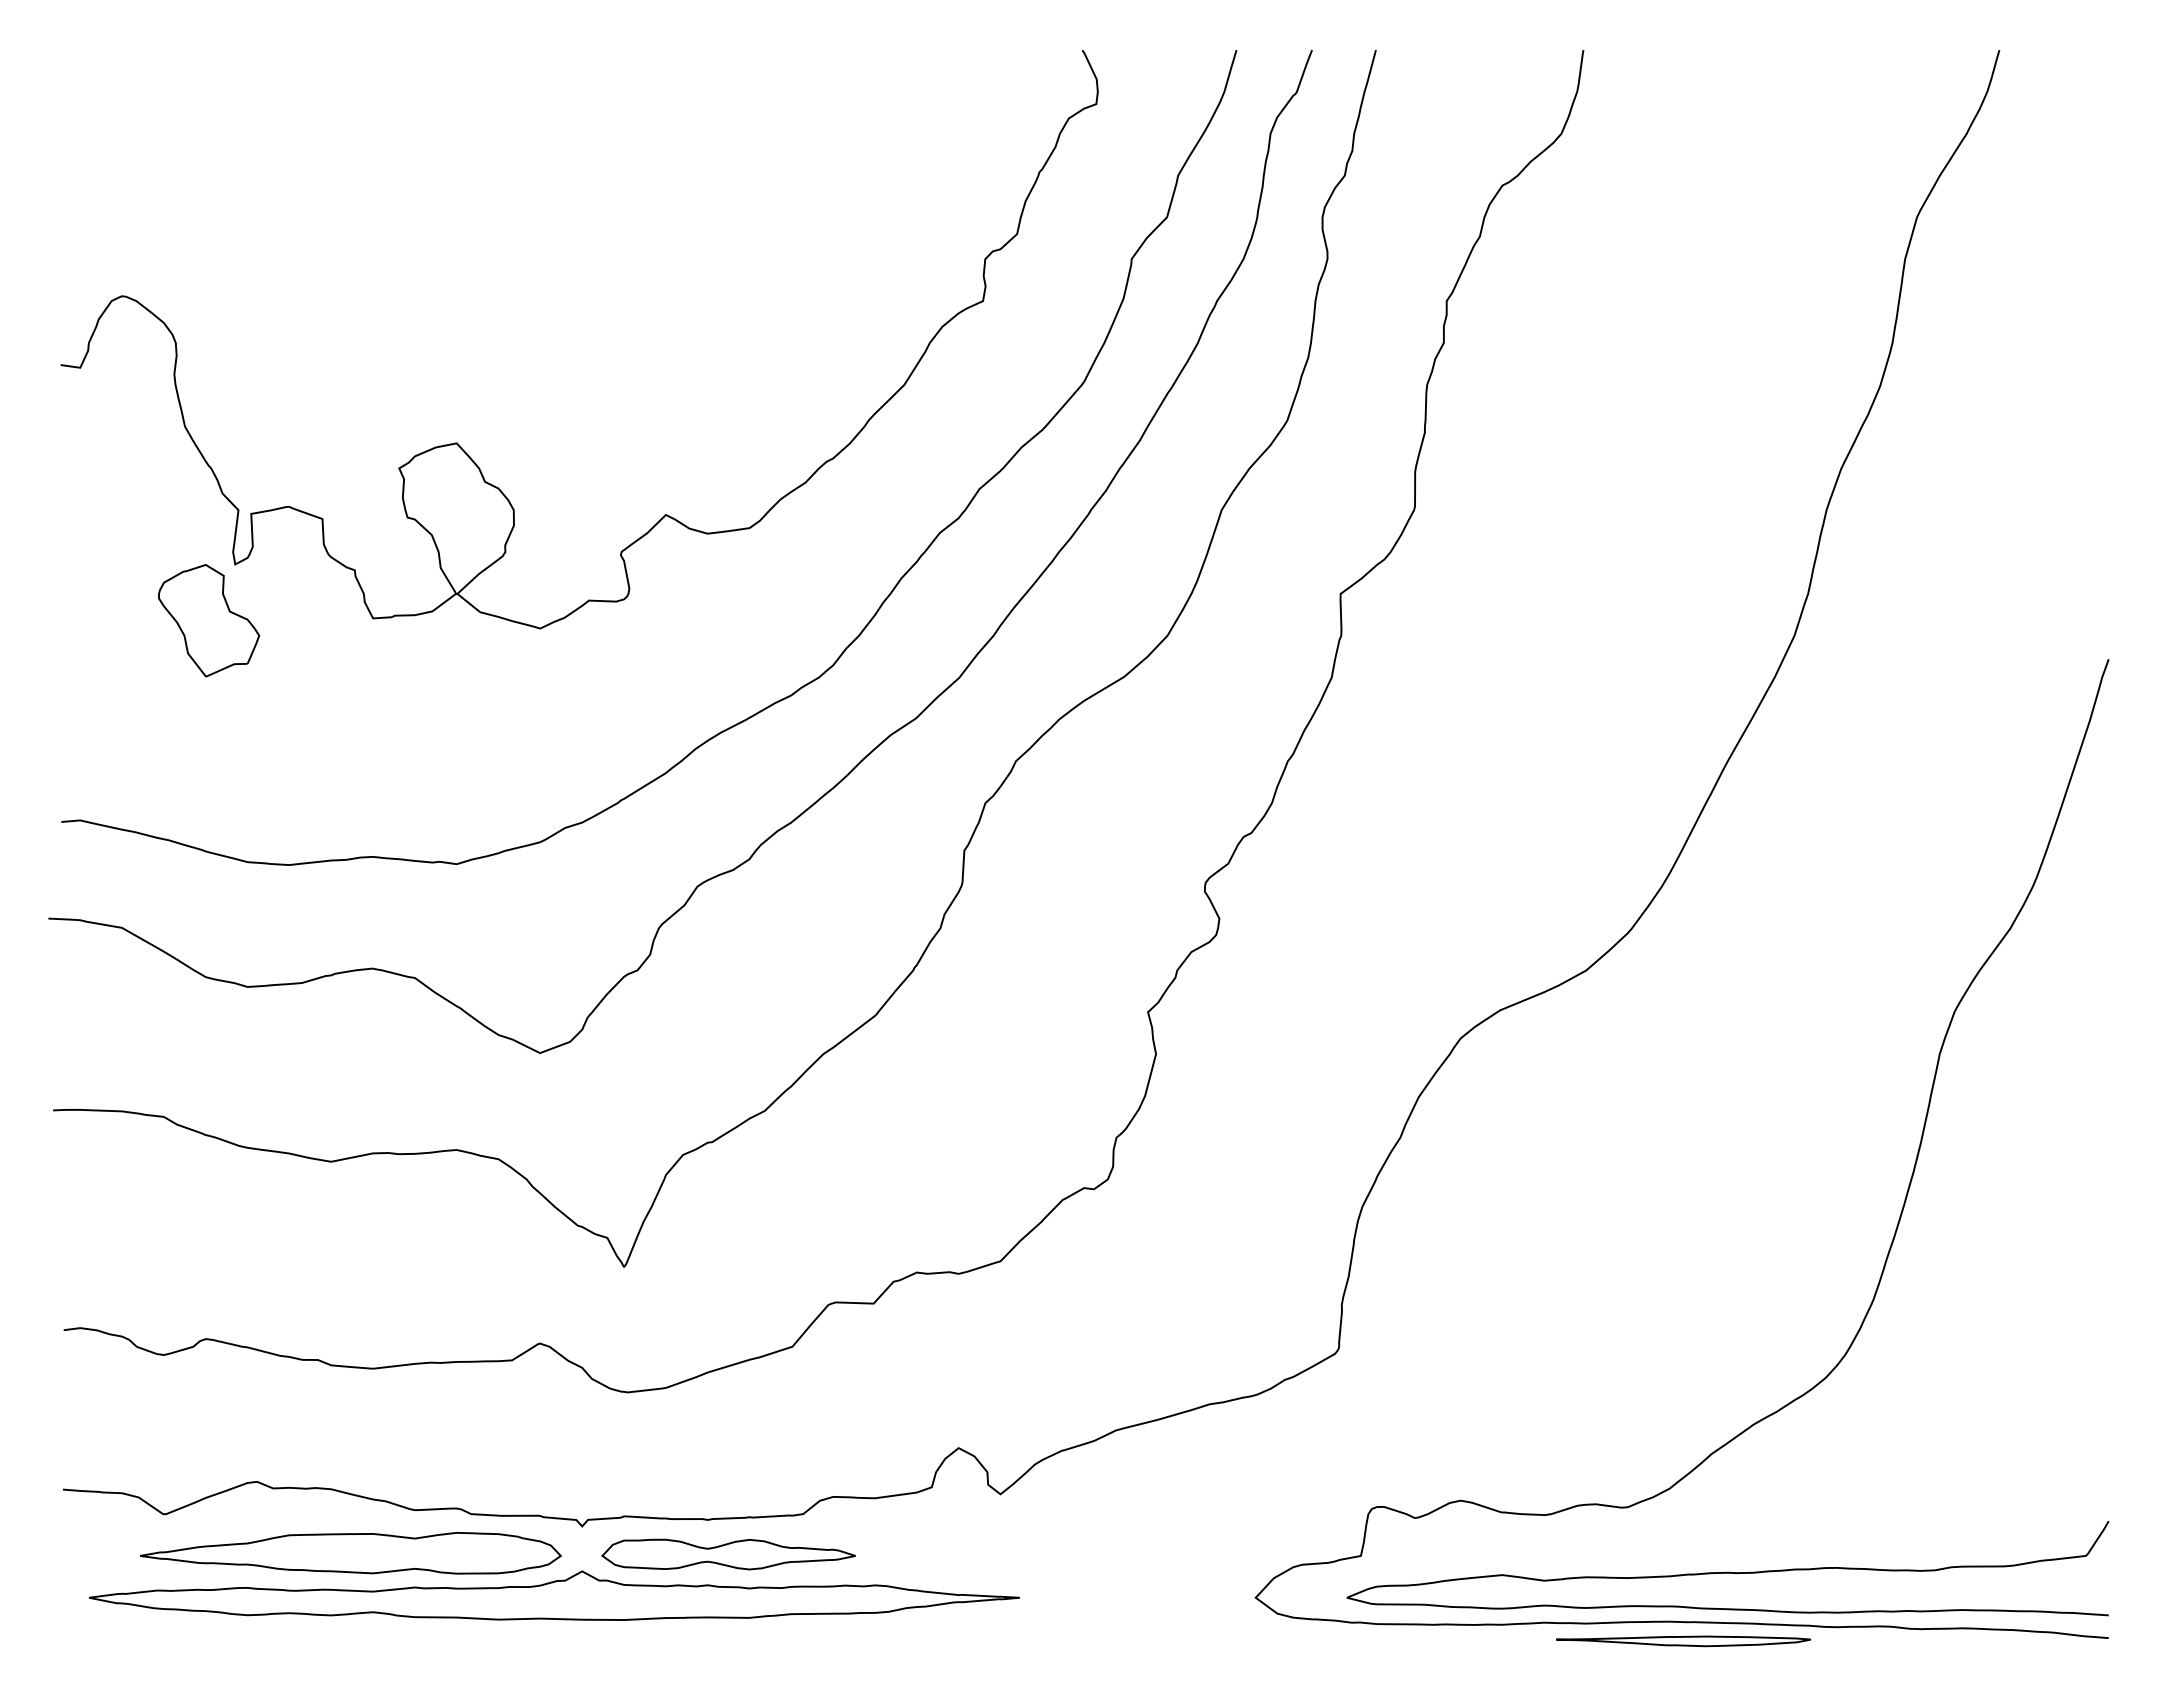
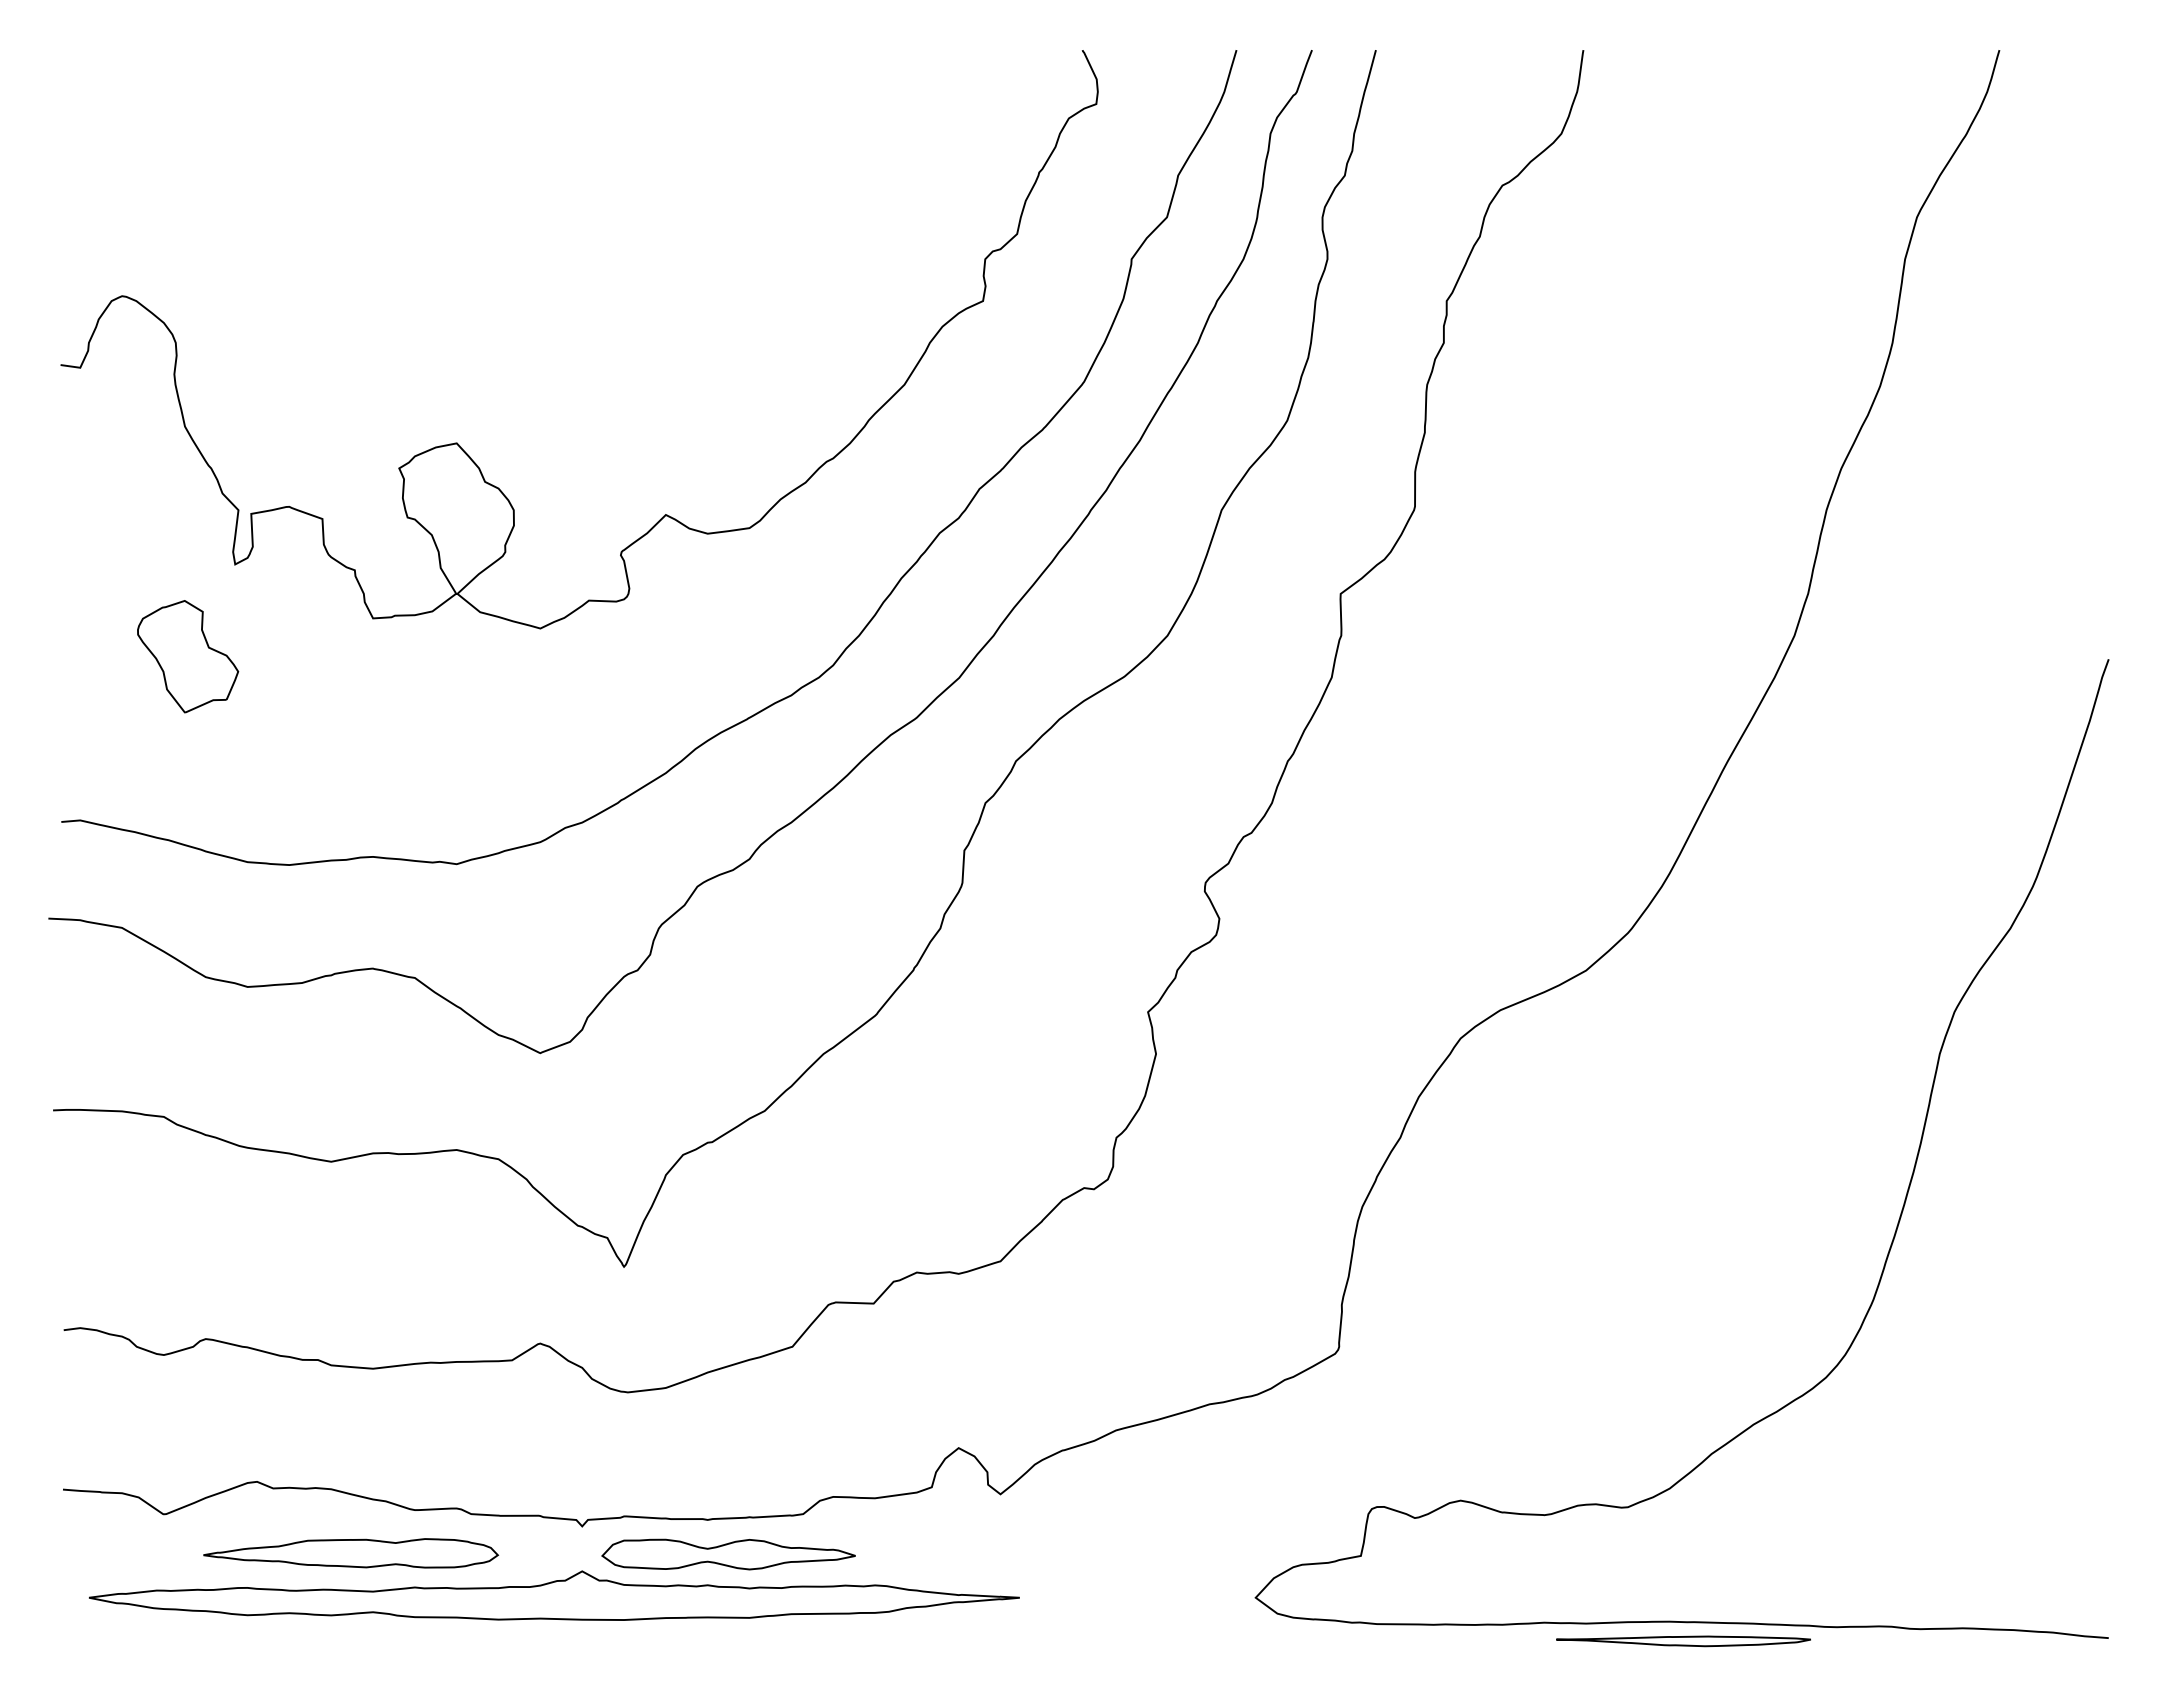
part at (209, 620) position: (209, 620) -> (188, 656)
part at (350, 1553) size: 422x43 px -> 297x31 px
curve at (1727, 1571): present -> none
